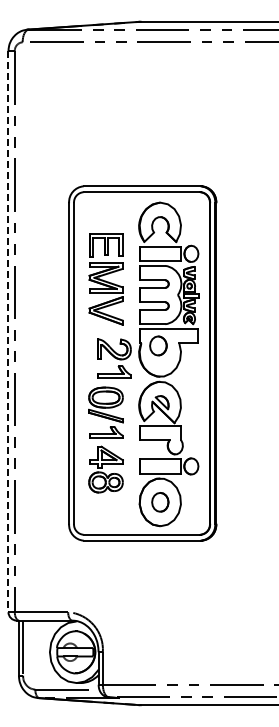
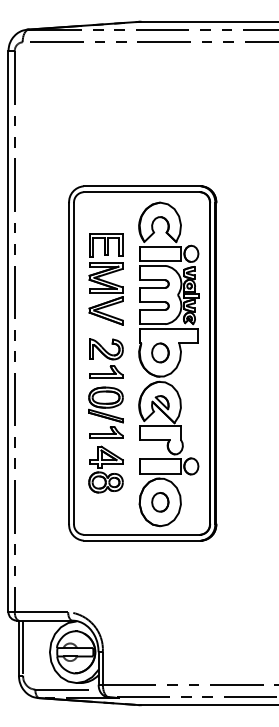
line at (8, 332): dashed -> solid
part at (158, 345) position: (158, 345) -> (160, 352)
part at (114, 358) position: (114, 358) -> (106, 358)
